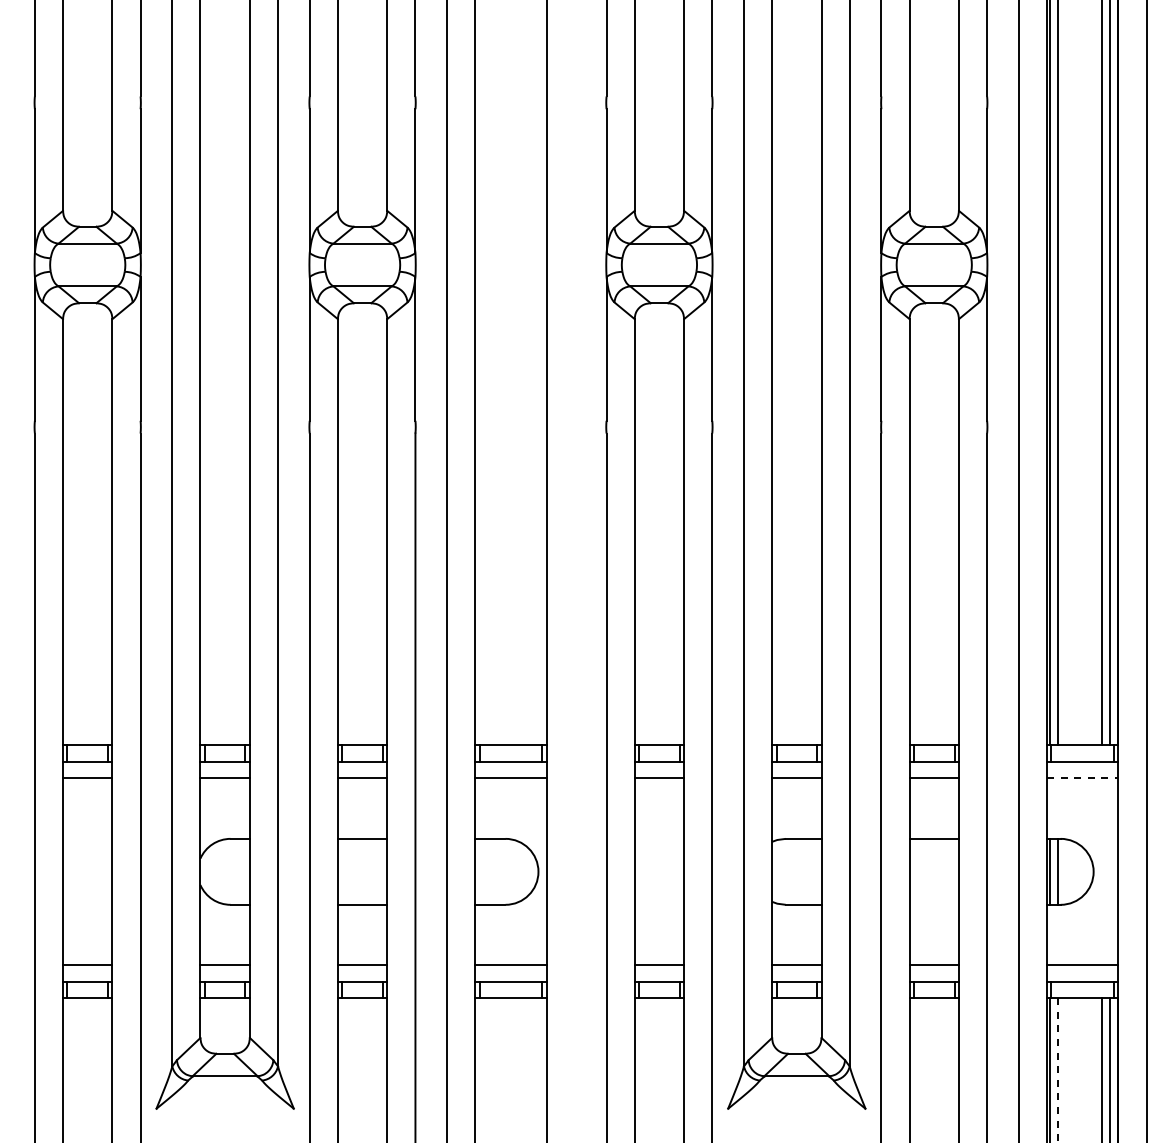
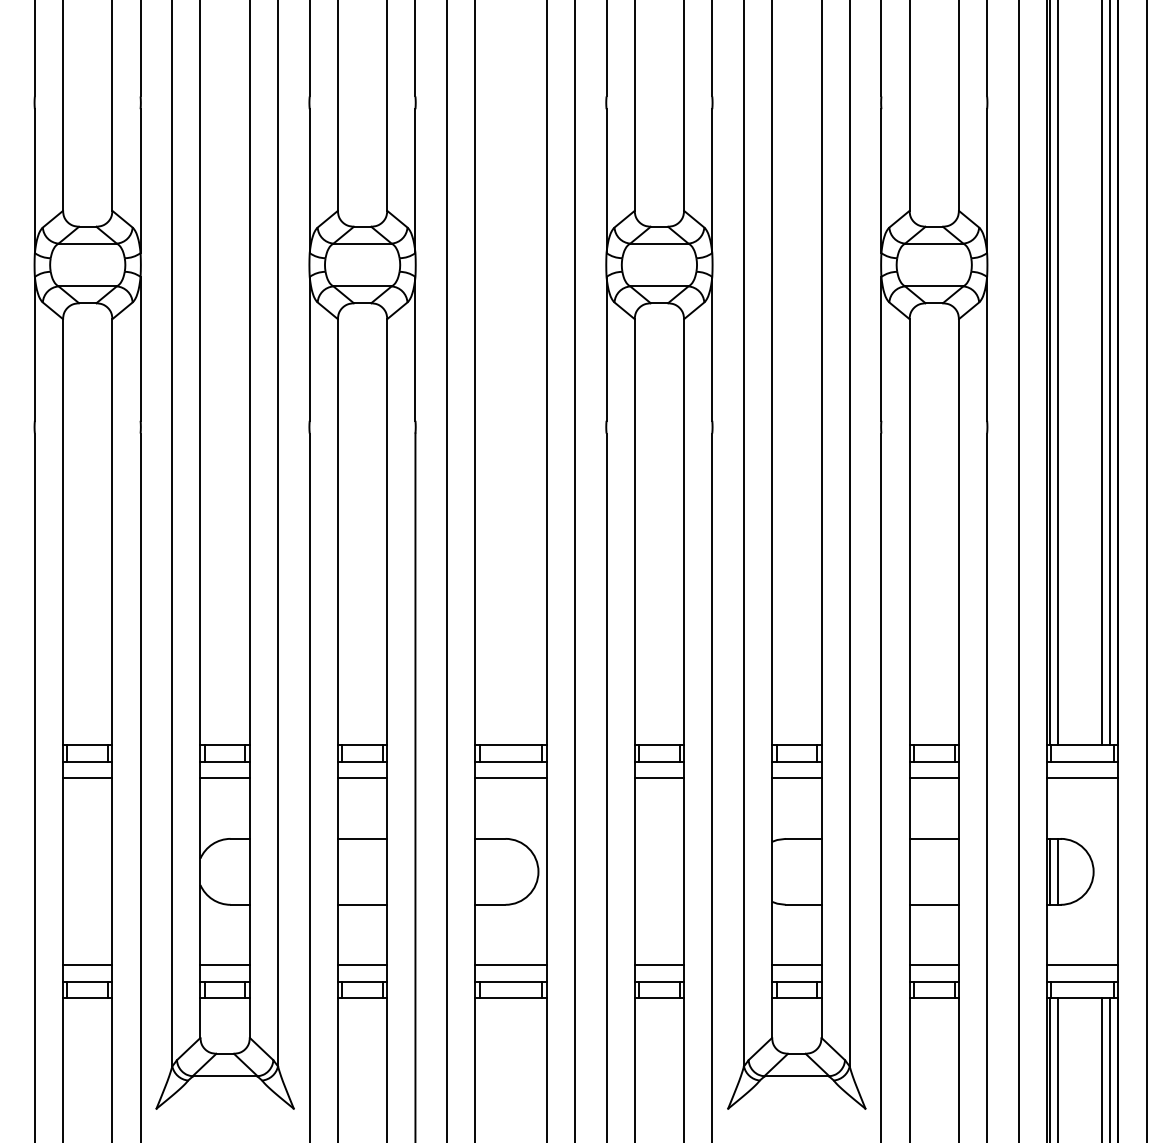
line at (574, 570): none -> present
line at (1082, 778): dashed -> solid
line at (934, 904): none -> present
line at (1057, 1070): dashed -> solid
